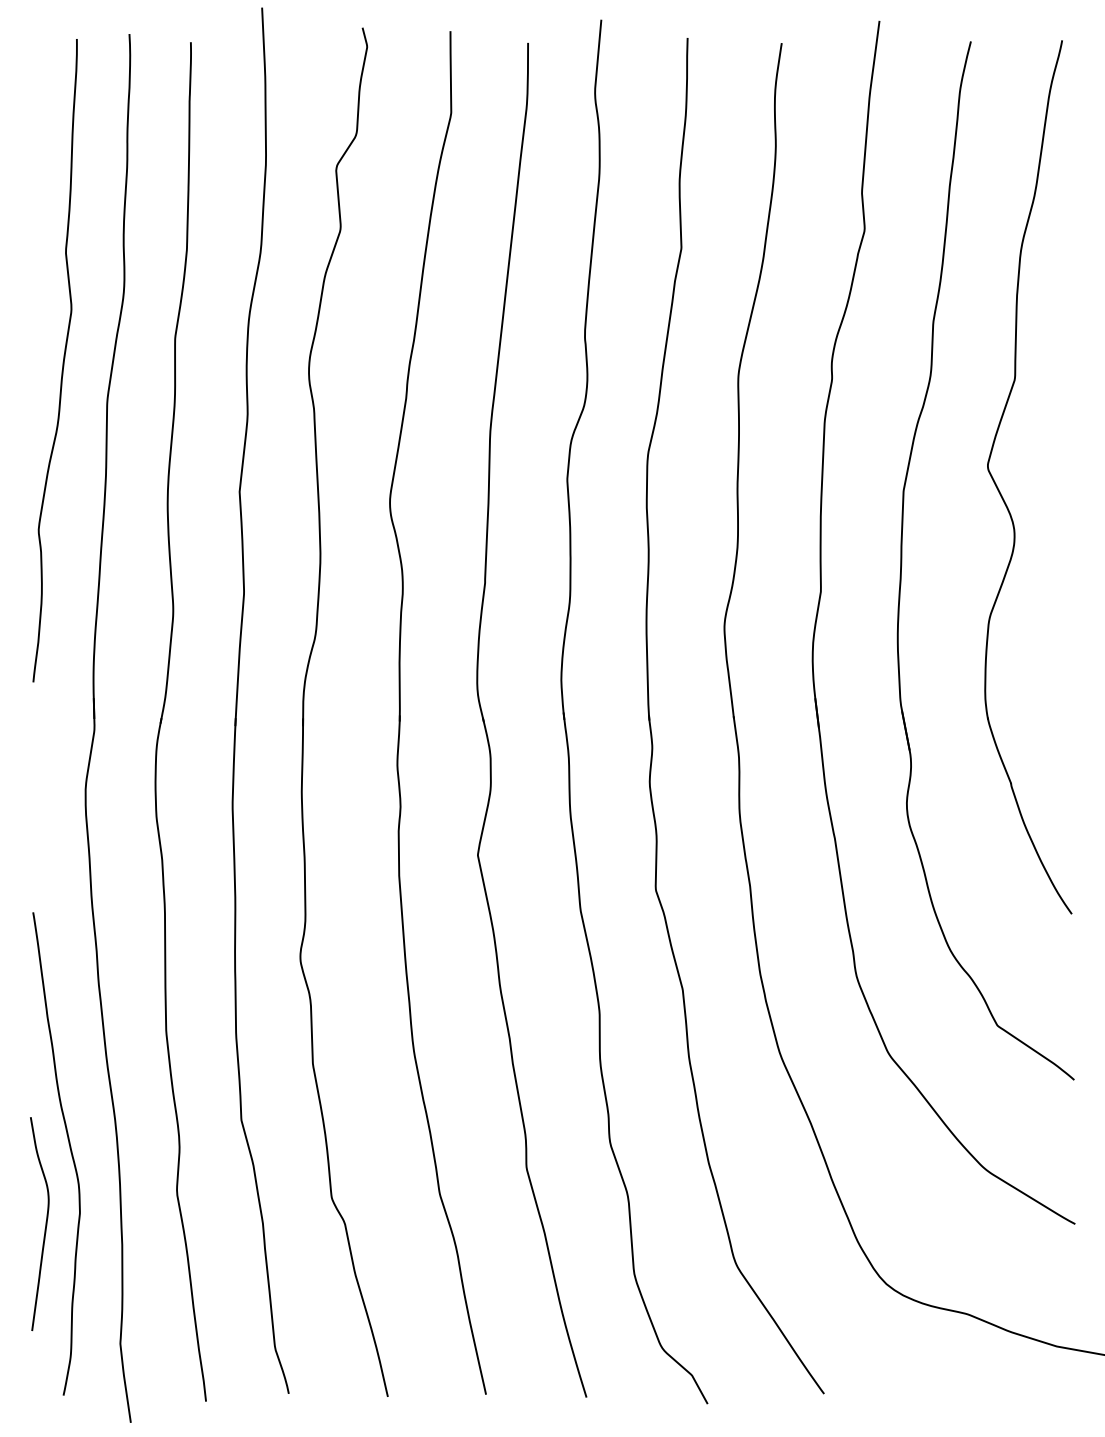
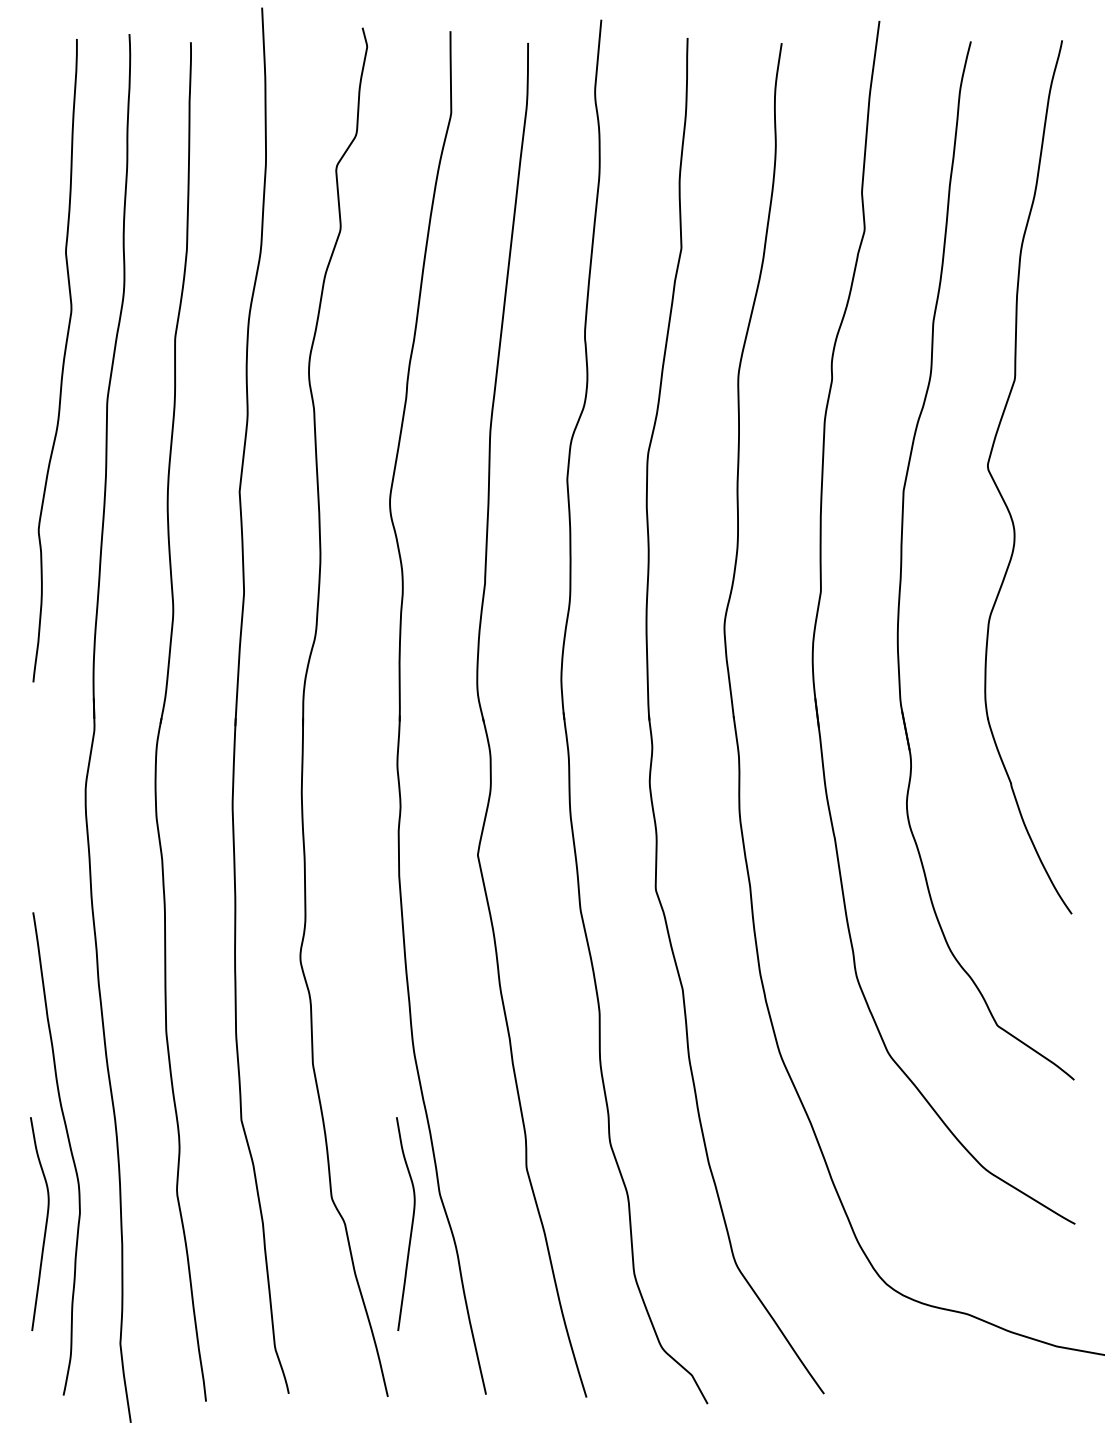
curve at (411, 1224): none -> present
